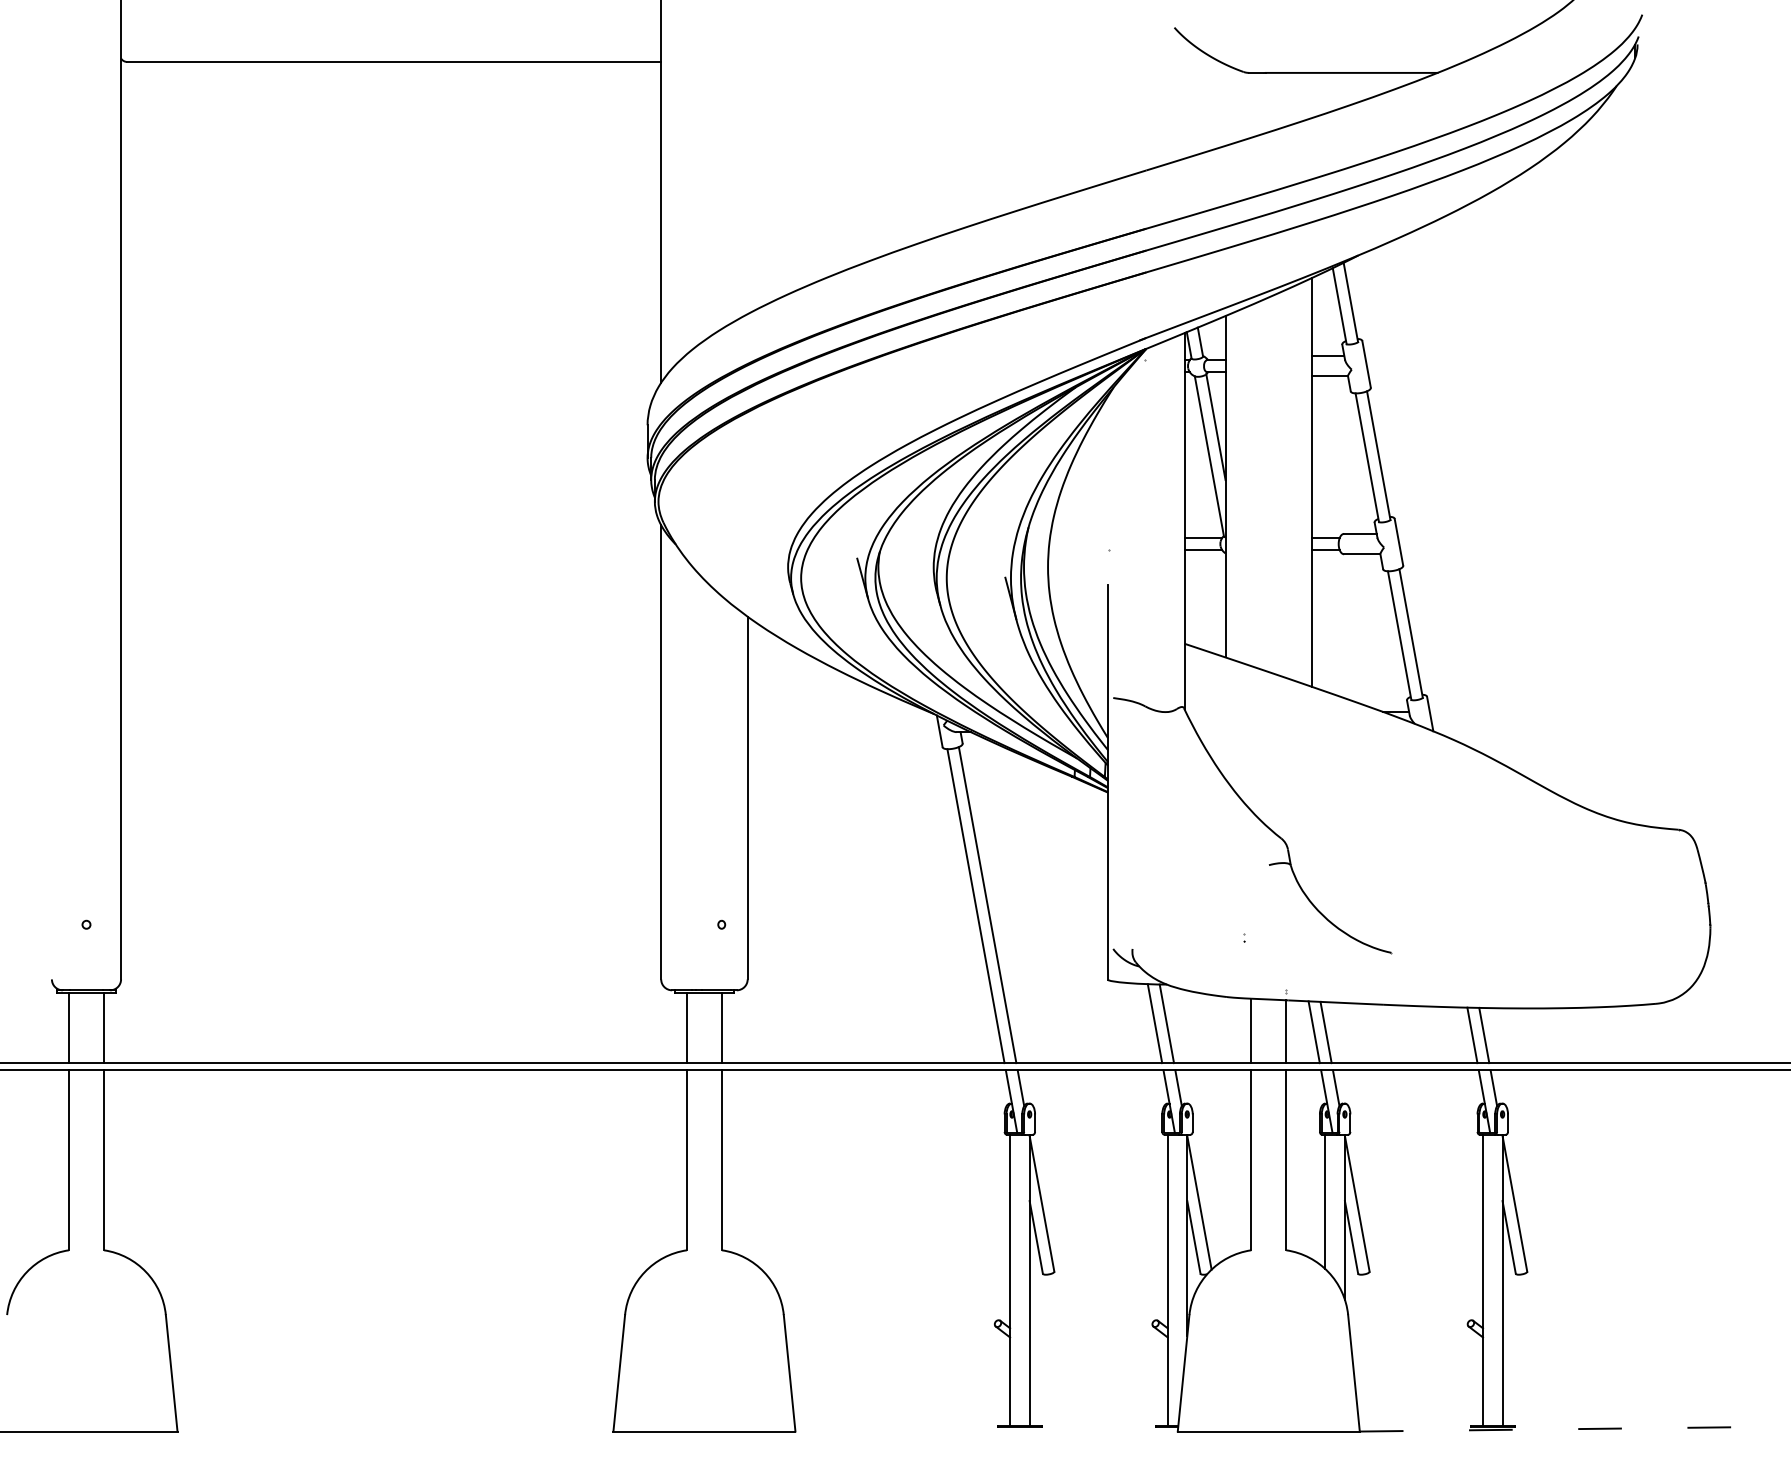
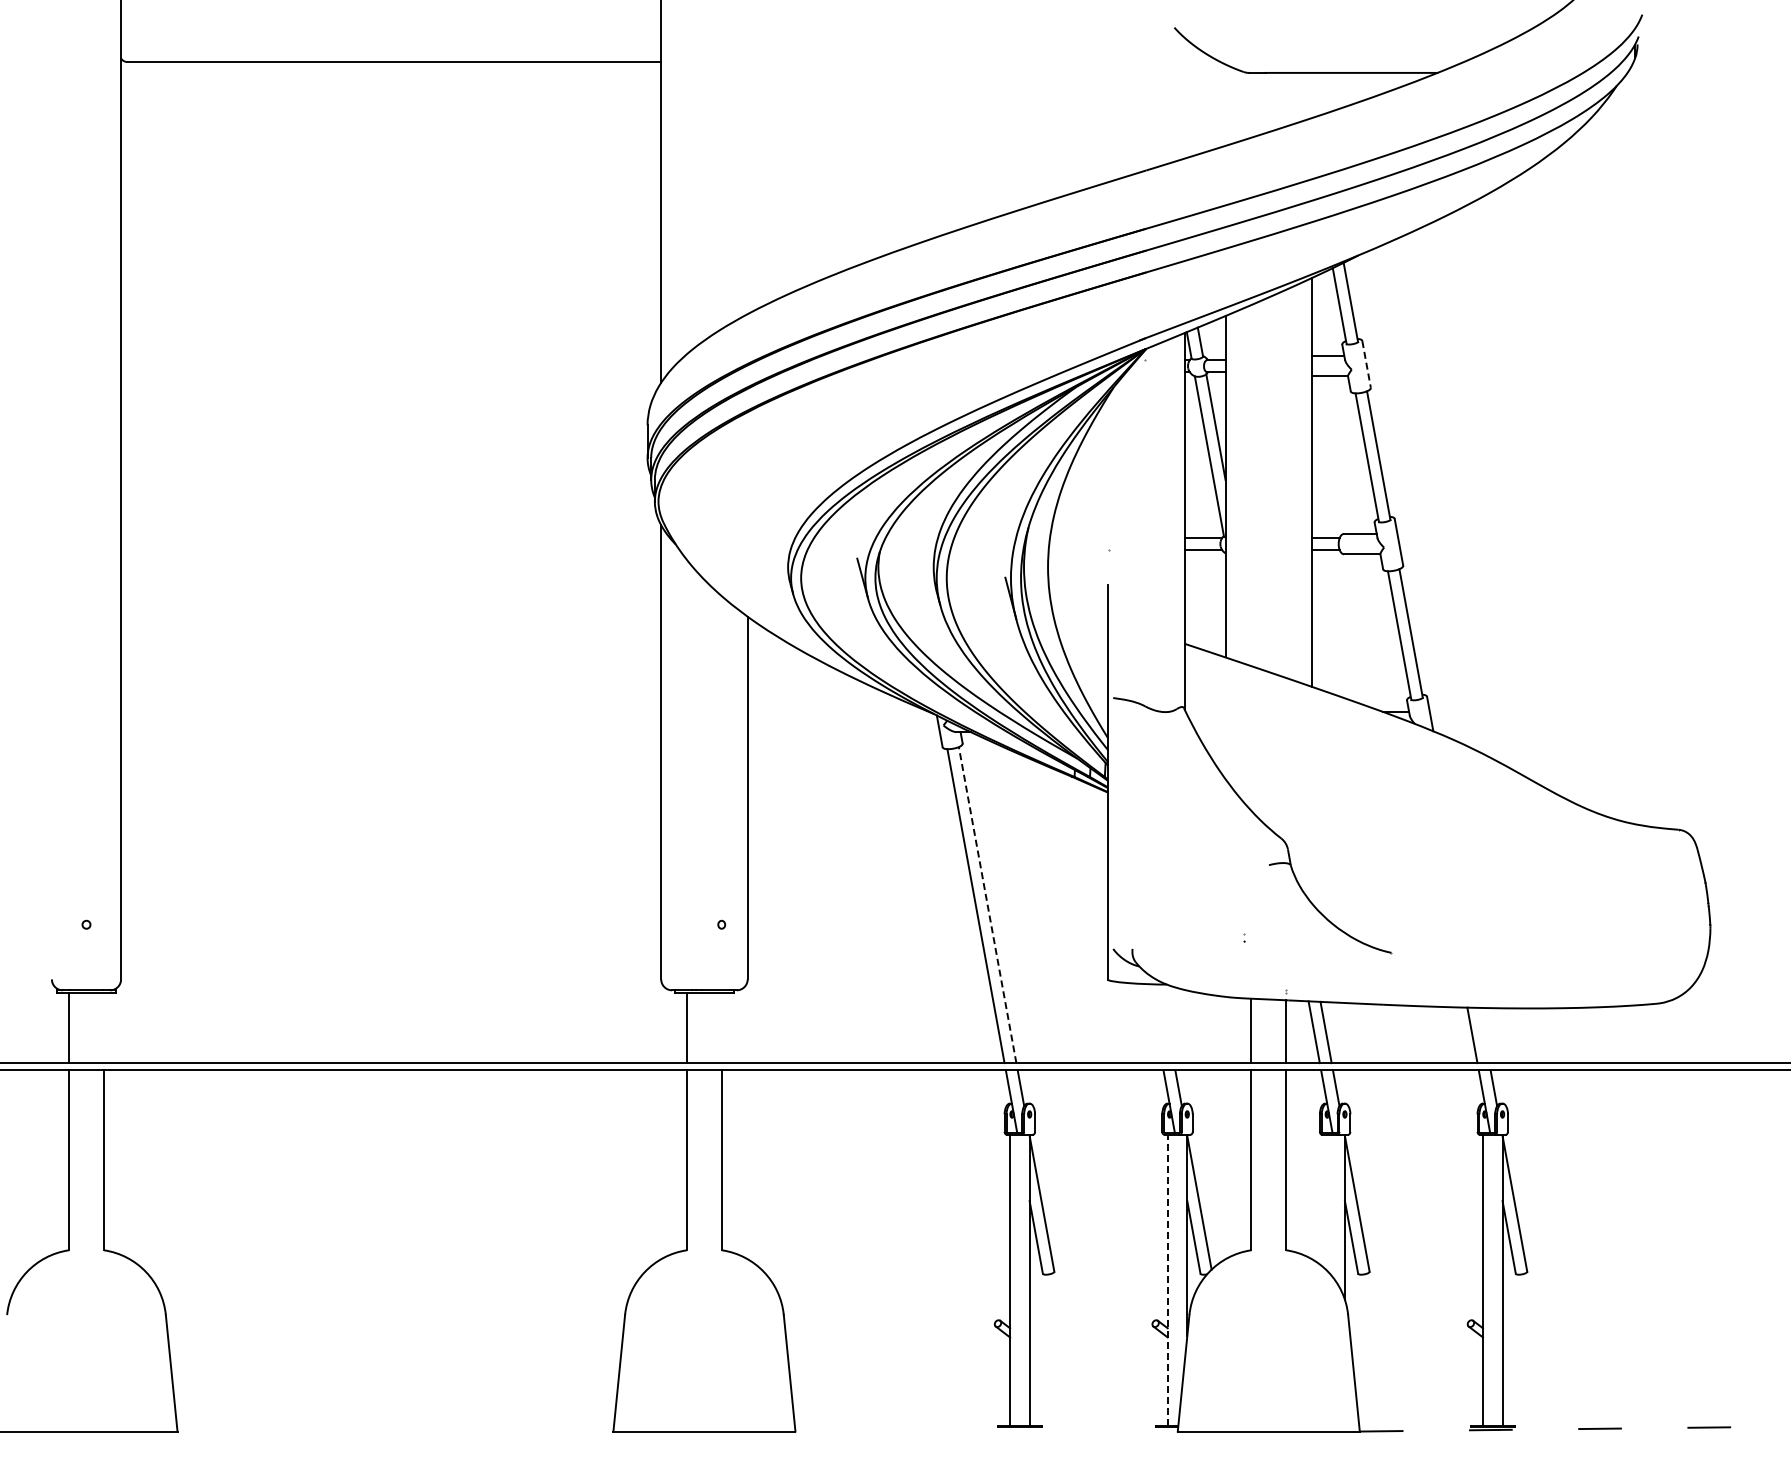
line at (1366, 364): solid -> dashed
line at (987, 905): solid -> dashed
line at (1154, 1023): present -> none
line at (1166, 1023): present -> none
line at (104, 1028): present -> none
line at (722, 1028): present -> none
line at (1484, 1035): present -> none
line at (1325, 1201): present -> none
line at (1167, 1280): solid -> dashed
